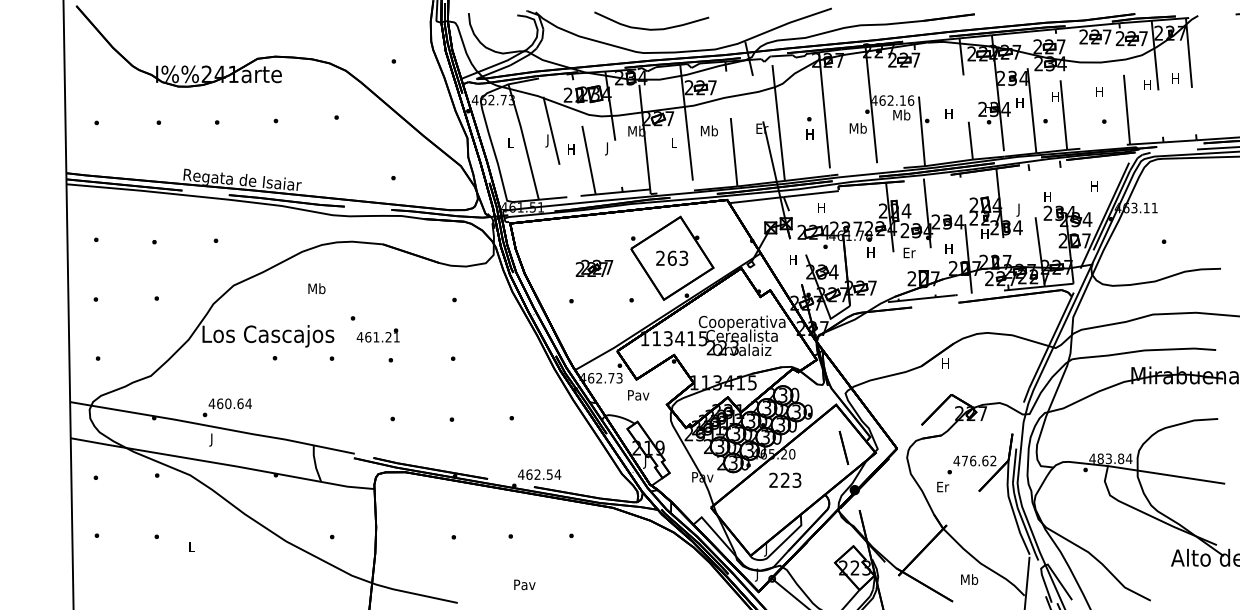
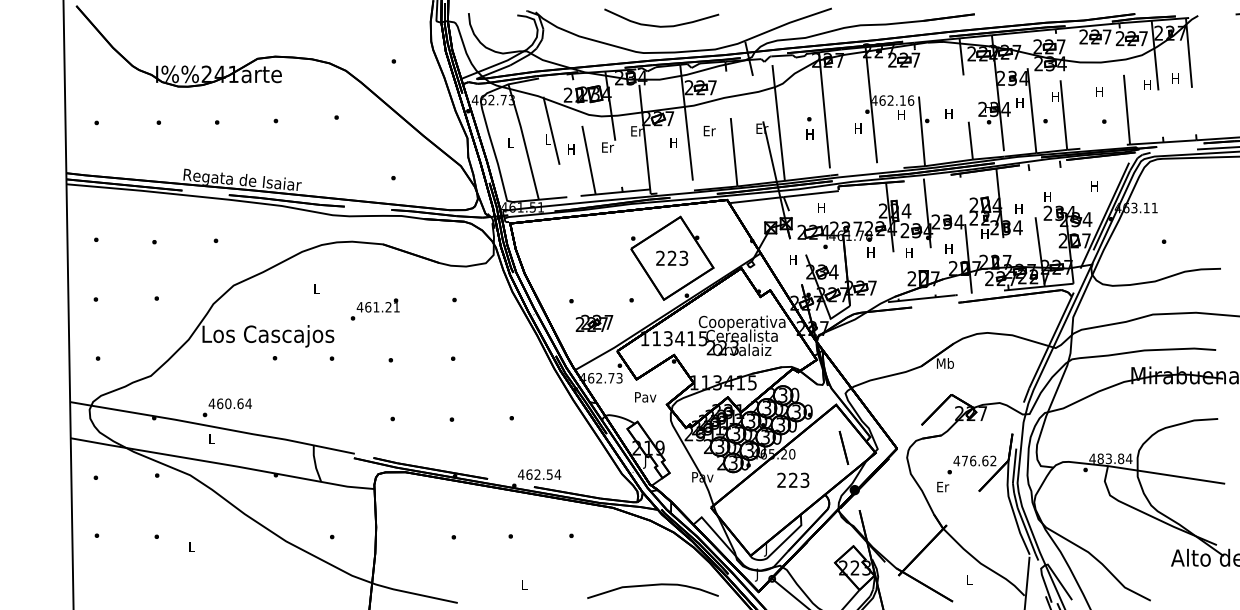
curve at (651, 28) position: (651, 28) -> (661, 25)
text at (901, 114): Mb -> H
text at (857, 127): Mb -> H
text at (636, 130): Mb -> Er
text at (708, 130): Mb -> Er
text at (547, 140): J -> L
text at (673, 142): L -> H
text at (608, 148): J -> Er
text at (1018, 209): J -> H
text at (909, 252): Er -> H
text at (671, 257): 263 -> 223
part at (594, 267) position: (594, 267) -> (594, 322)
text at (316, 288): Mb -> L
text at (377, 335) position: (377, 335) -> (377, 305)
text at (944, 363): H -> Mb
text at (638, 395) position: (638, 395) -> (645, 397)
text at (211, 439): J -> L
text at (785, 479) position: (785, 479) -> (793, 479)
text at (969, 579): Mb -> L
text at (524, 584): Pav -> L
curve at (650, 586): none -> present
